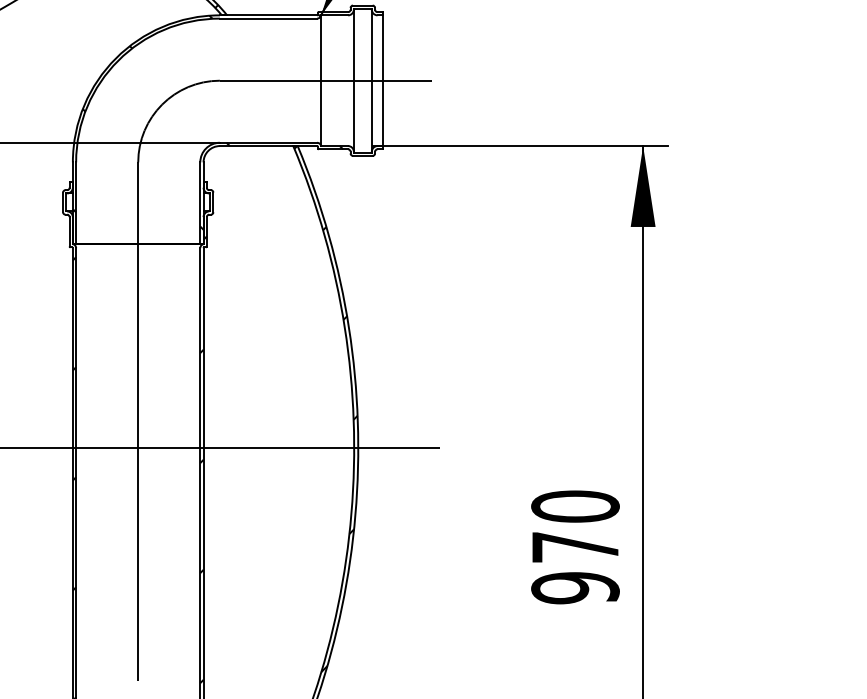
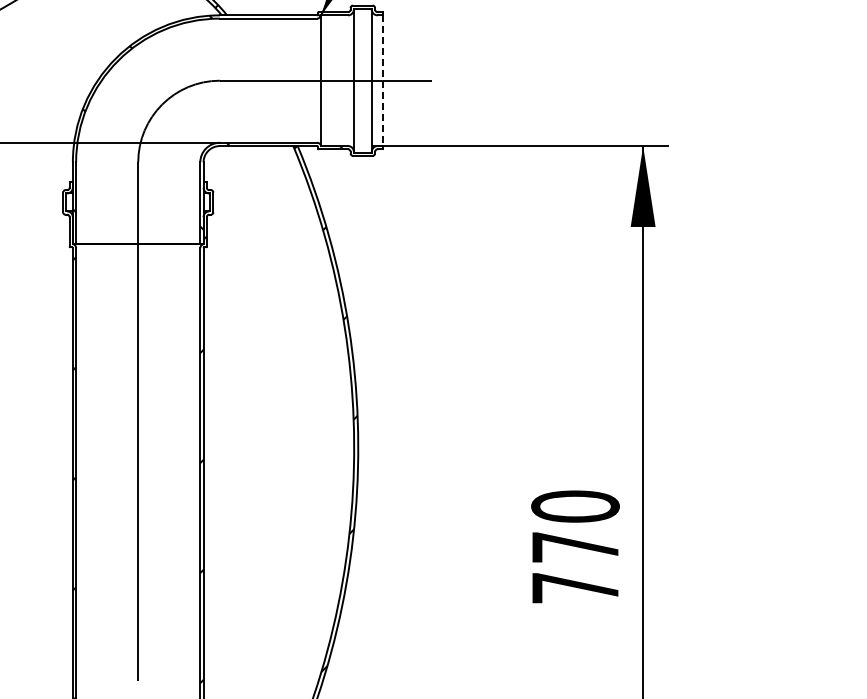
line at (383, 81): solid -> dashed
line at (221, 448): present -> none
text at (575, 588): 970 -> 770
